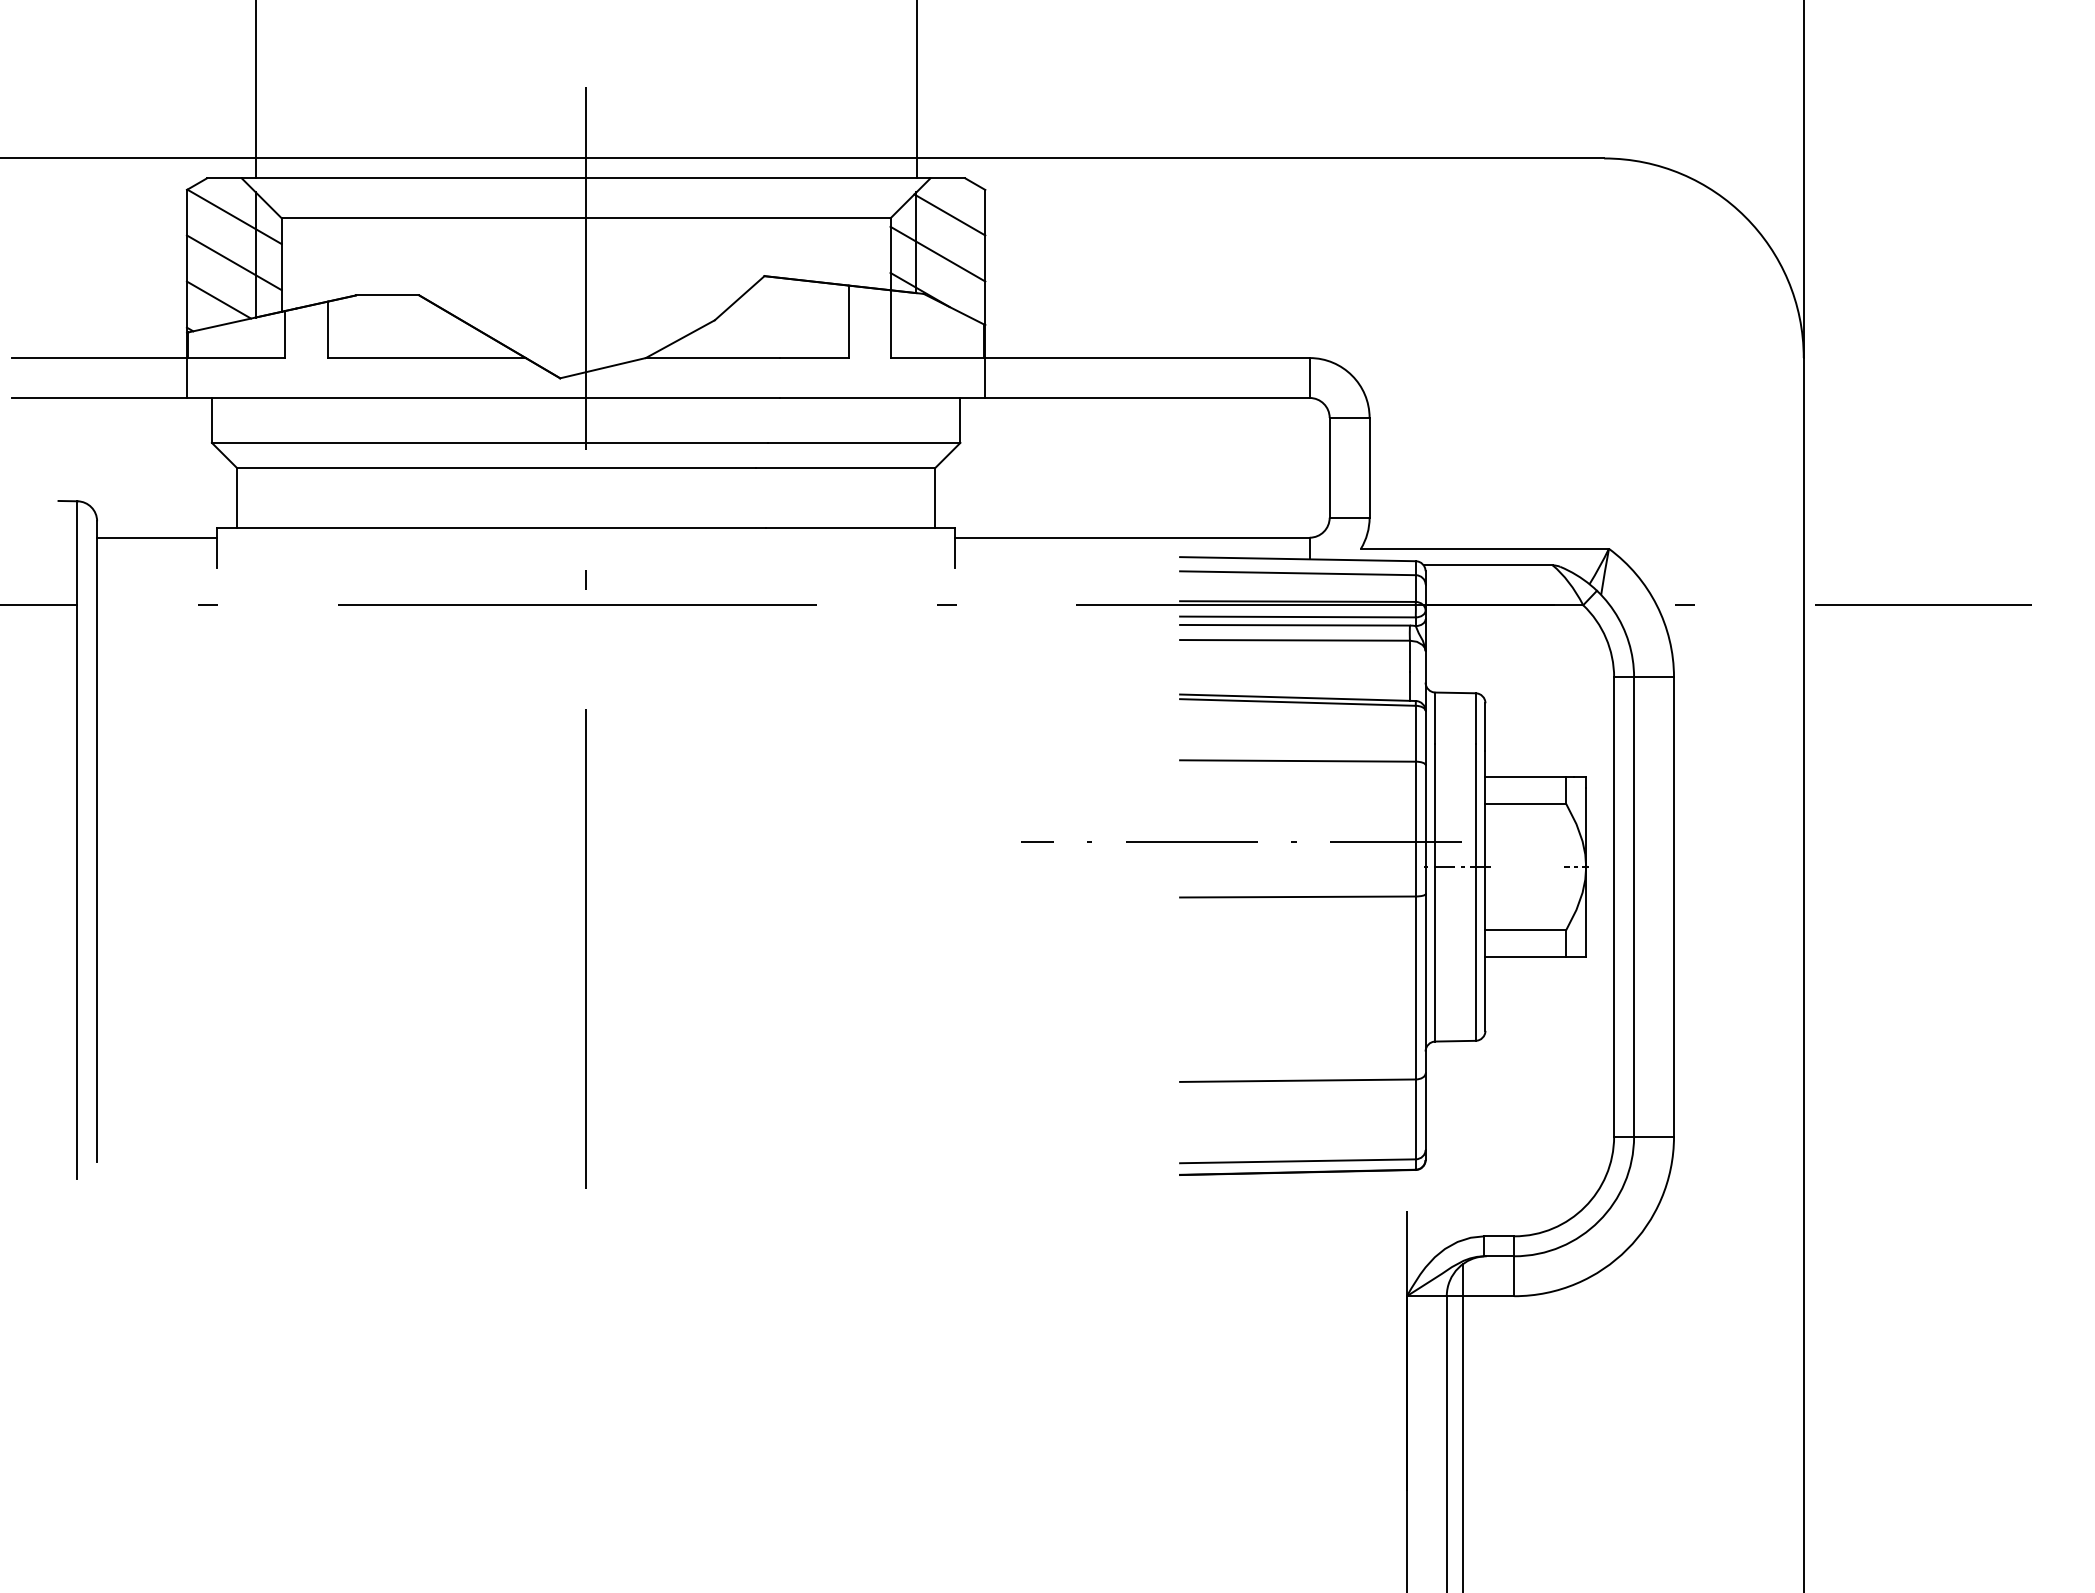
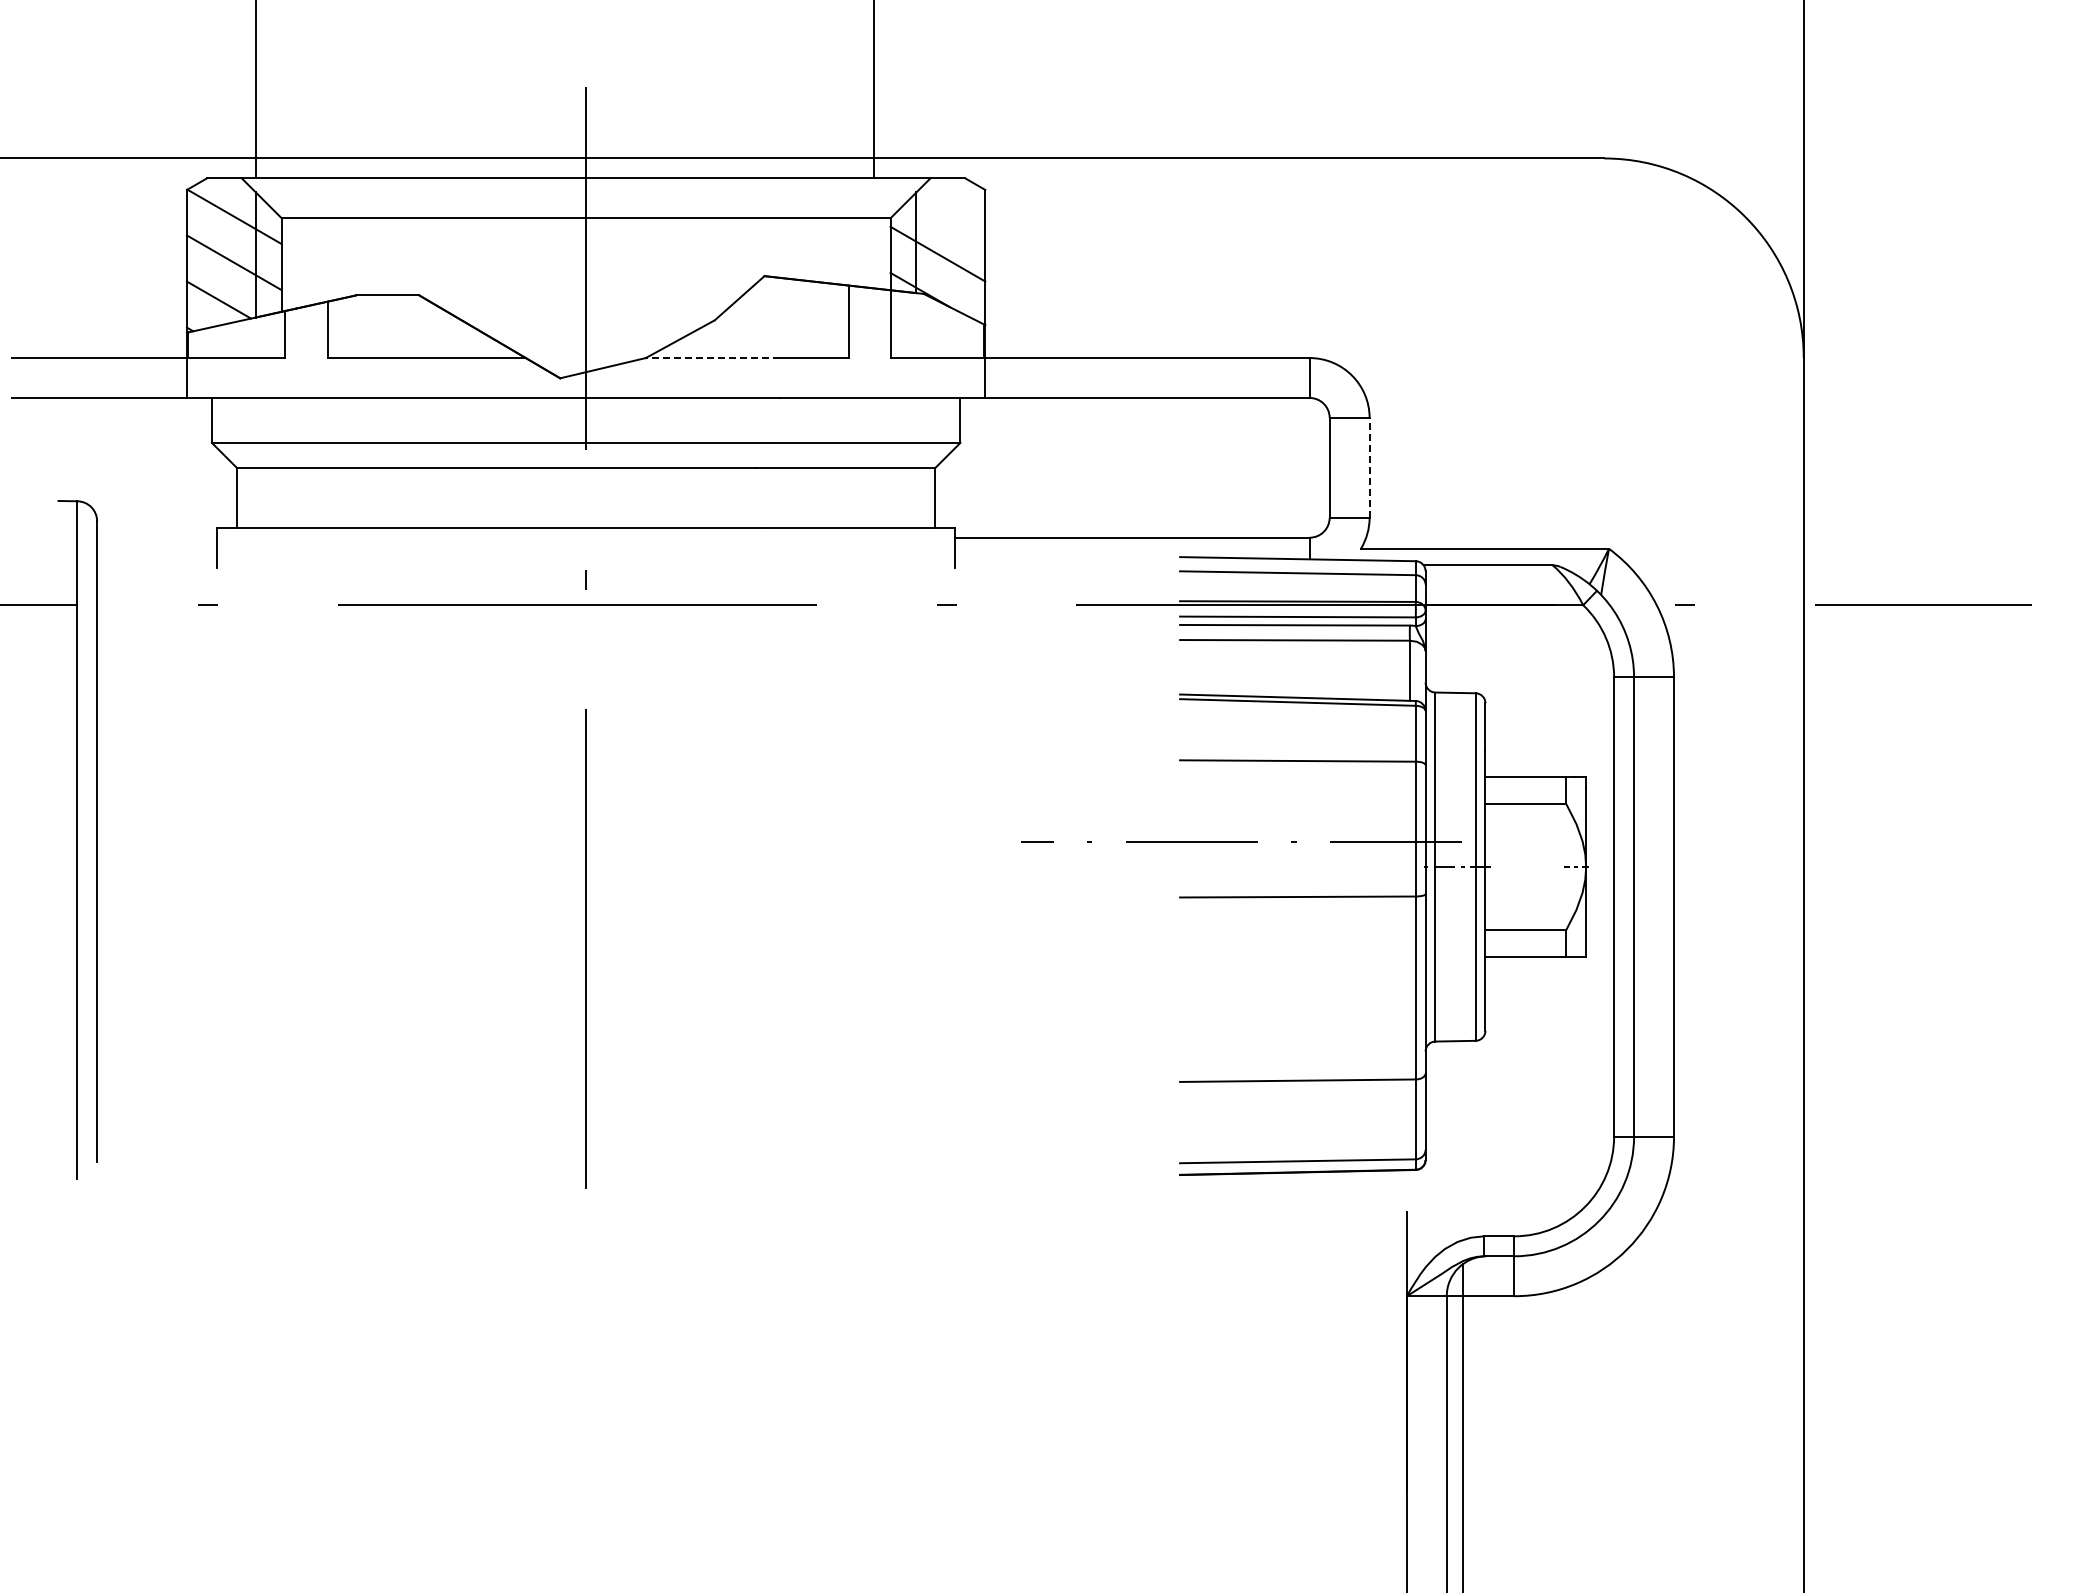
line at (916, 90) position: (916, 90) -> (873, 90)
line at (949, 214): present -> none
line at (712, 358): solid -> dashed
line at (1369, 467): solid -> dashed
line at (156, 537): present -> none
